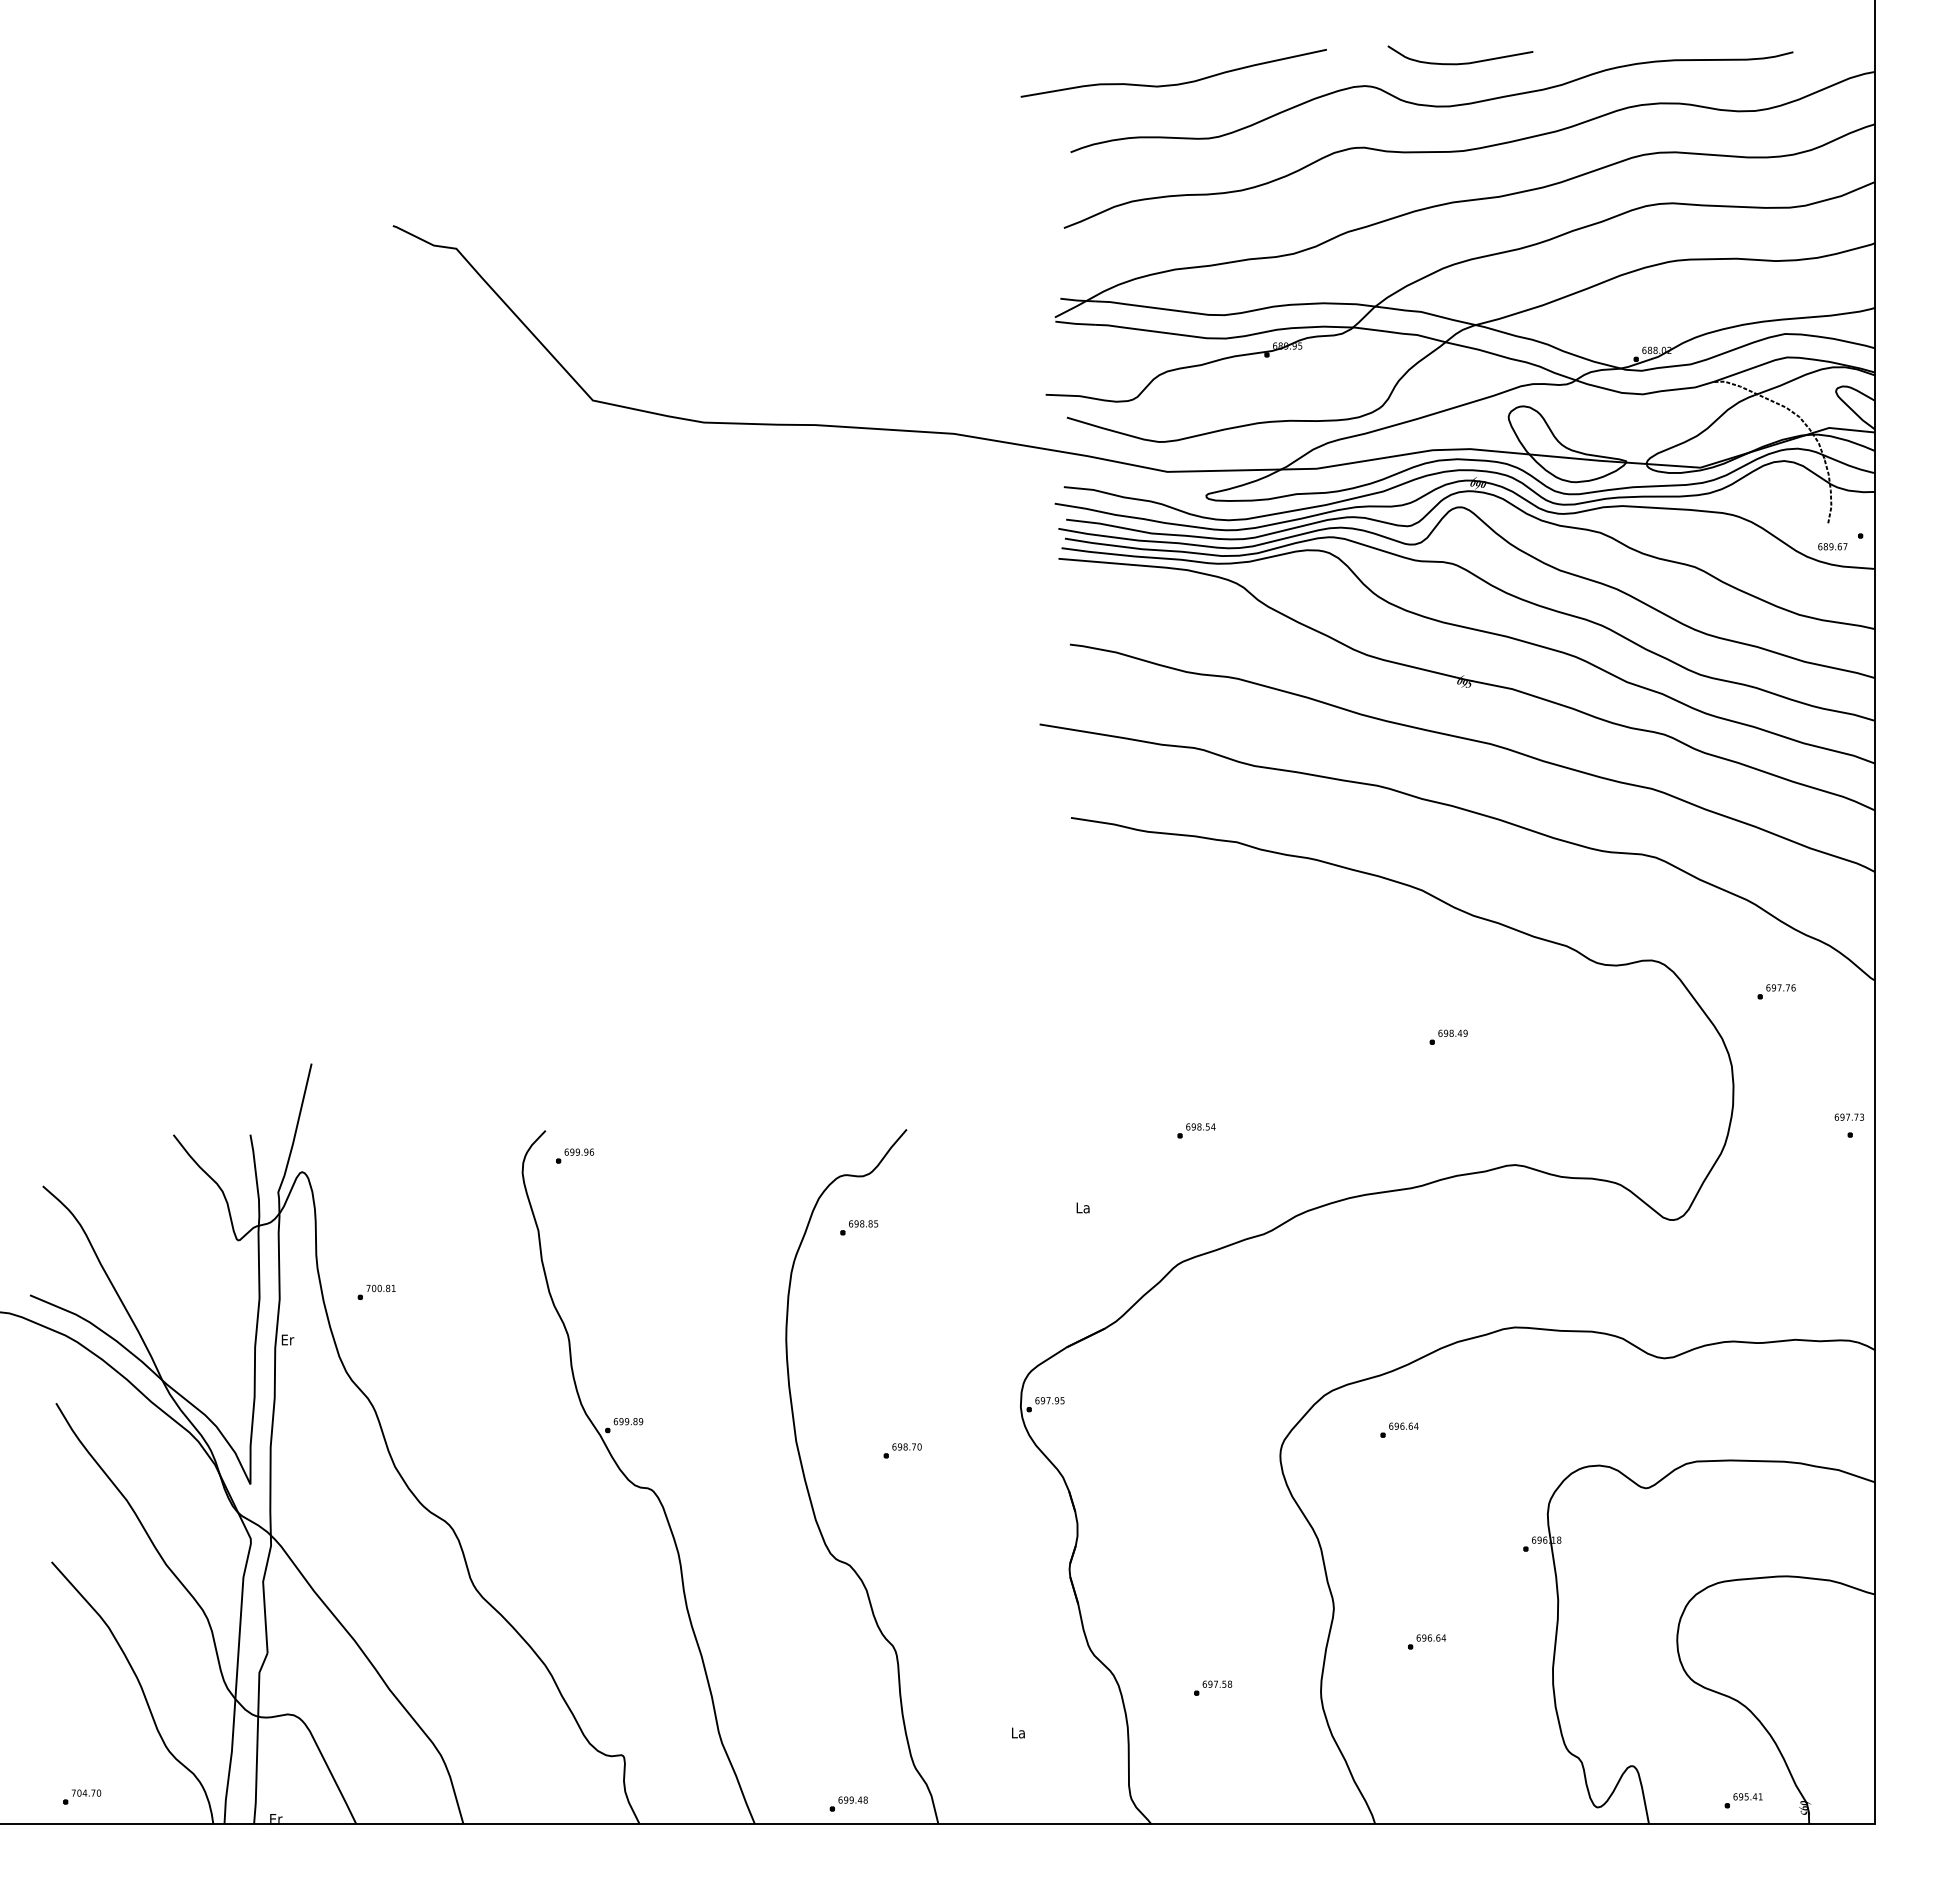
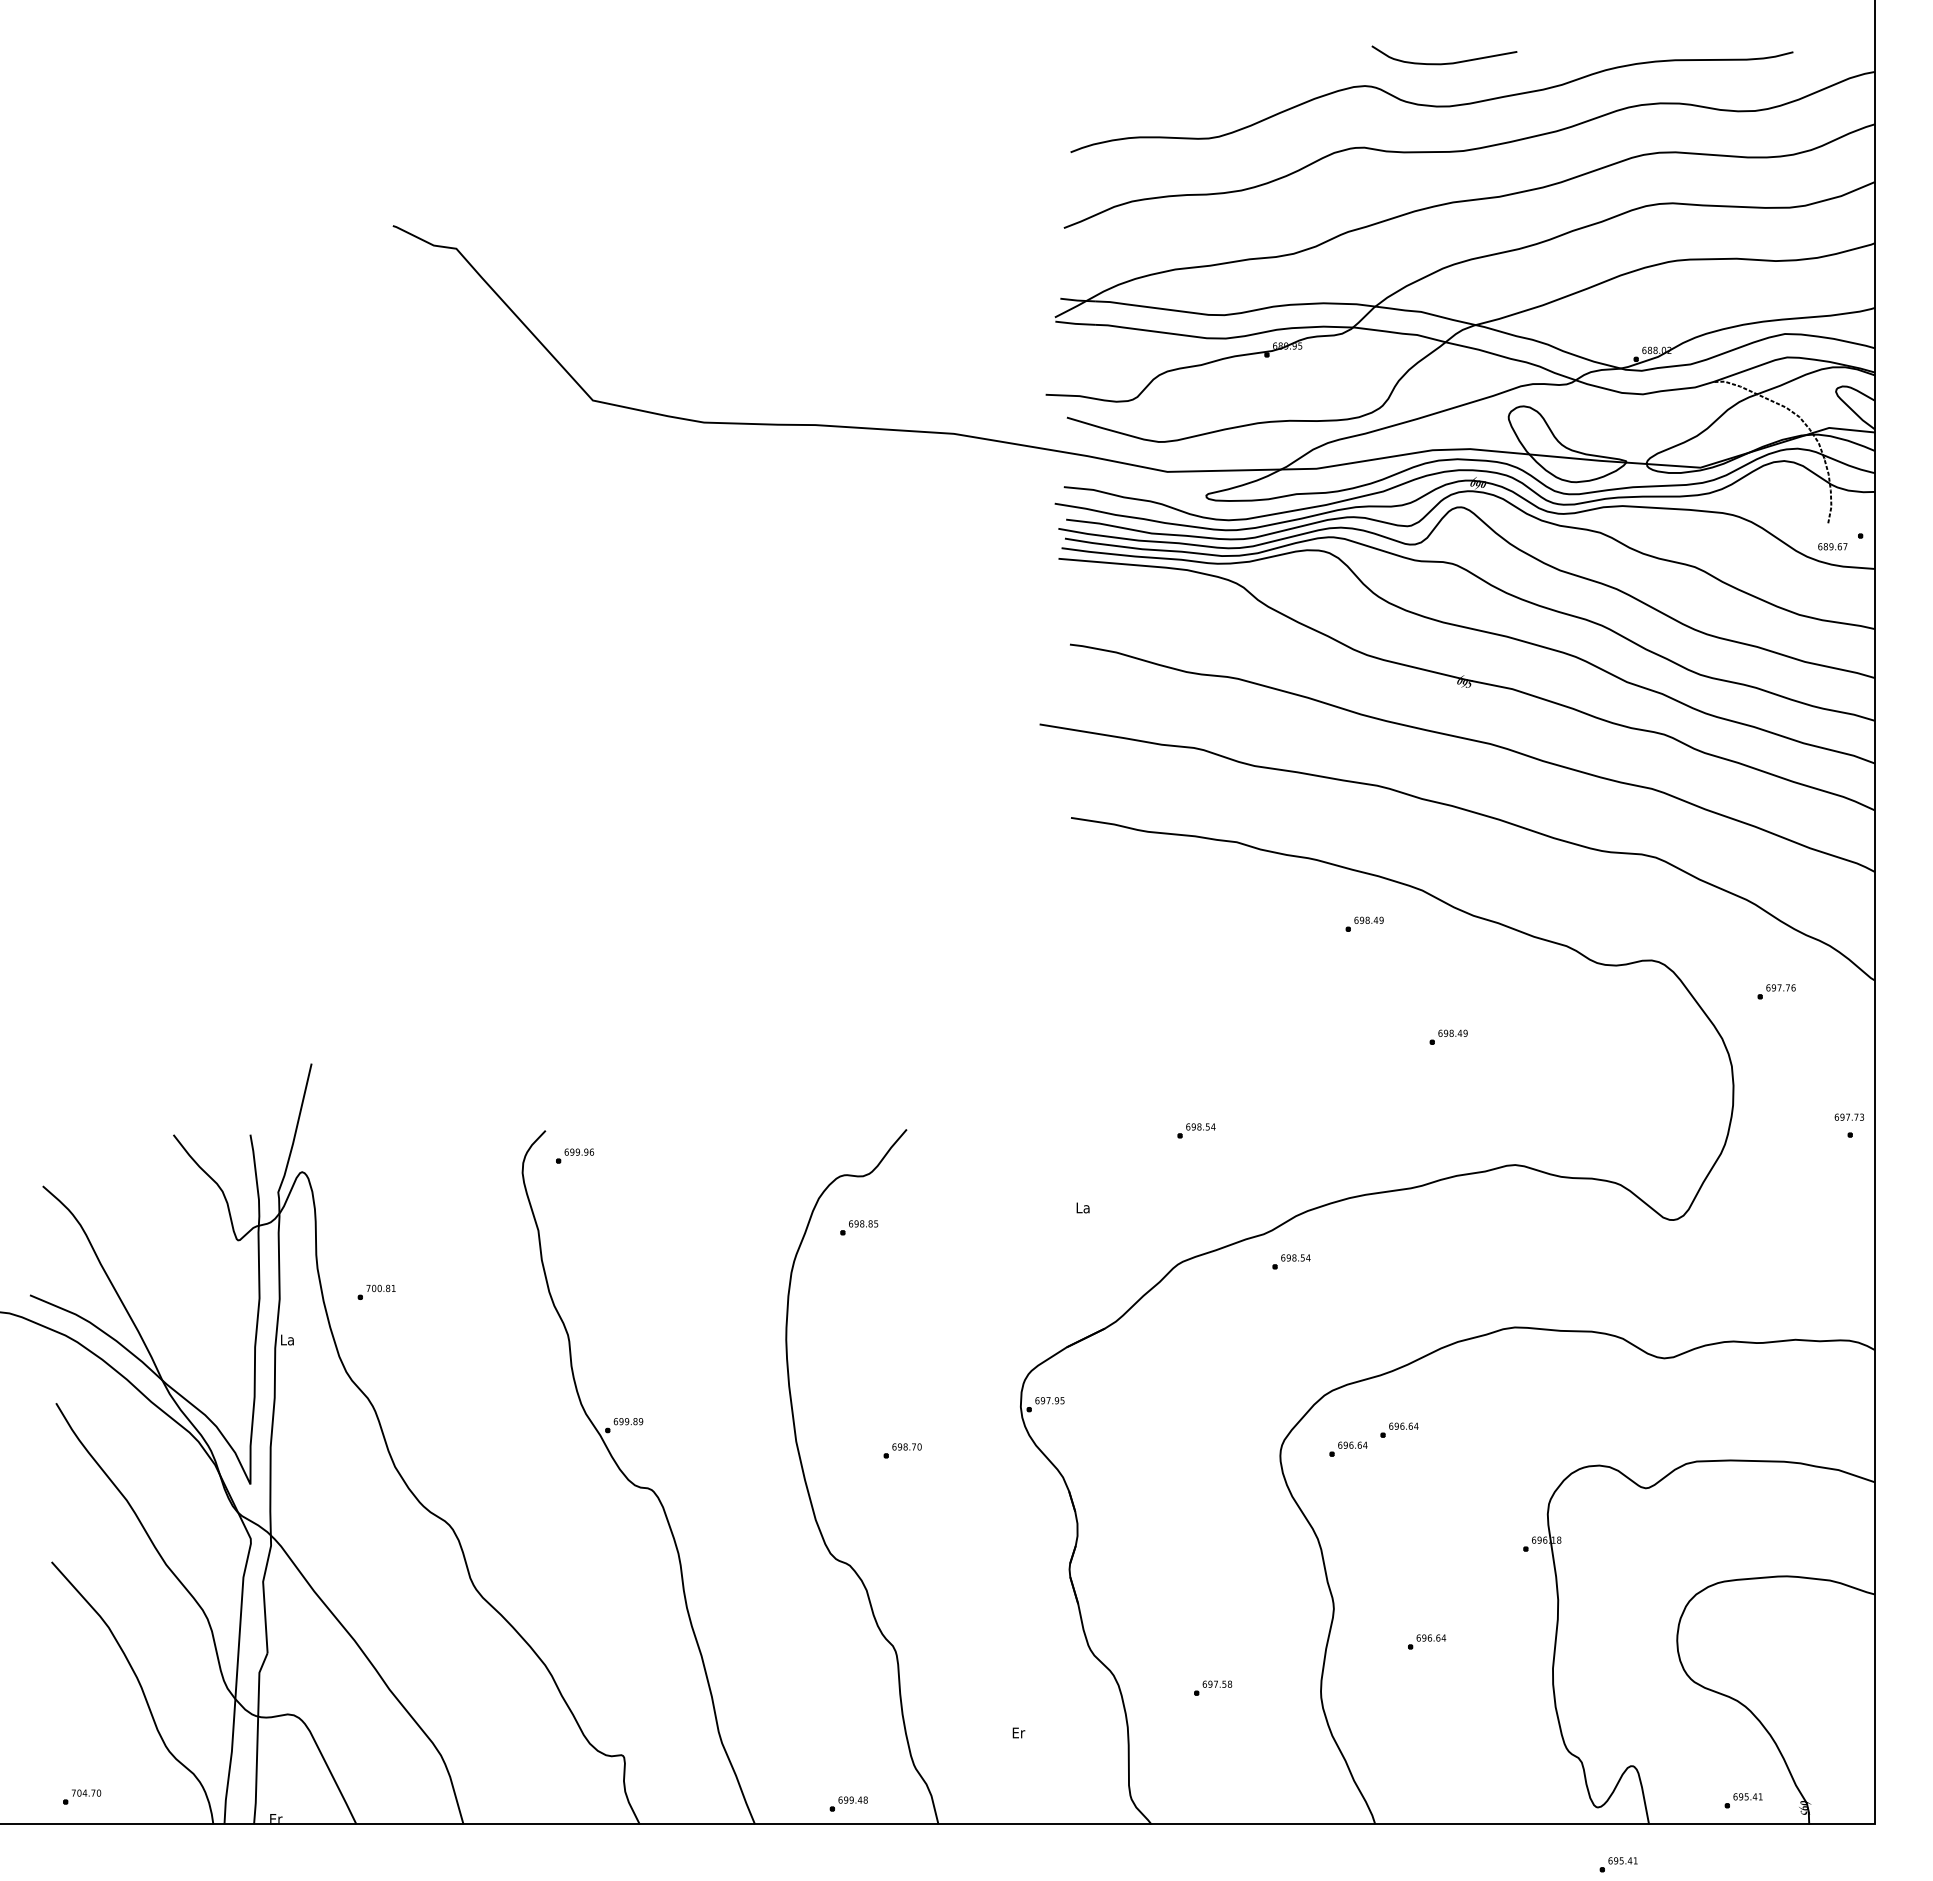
curve at (1463, 62) position: (1463, 62) -> (1447, 62)
curve at (1176, 83): present -> none
part at (1364, 923): none -> present
part at (1291, 1261): none -> present
text at (287, 1339): Er -> La
part at (1348, 1448): none -> present
text at (1018, 1732): La -> Er
part at (1618, 1864): none -> present
